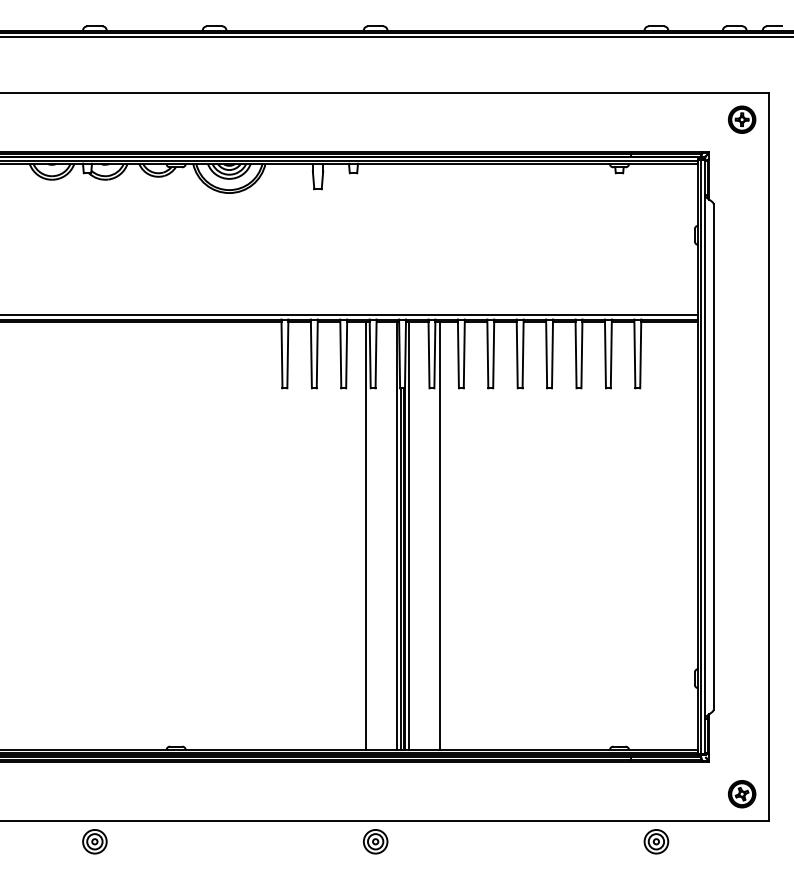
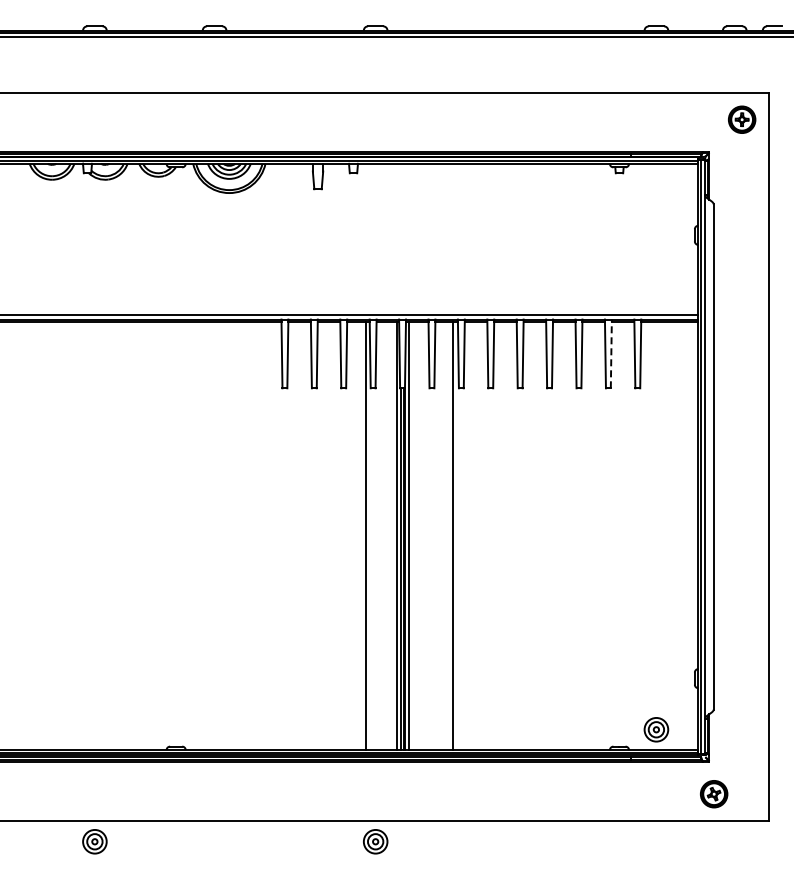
line at (611, 353): solid -> dashed
line at (440, 536) position: (440, 536) -> (453, 536)
part at (742, 794) position: (742, 794) -> (714, 794)
part at (656, 841) position: (656, 841) -> (656, 729)
